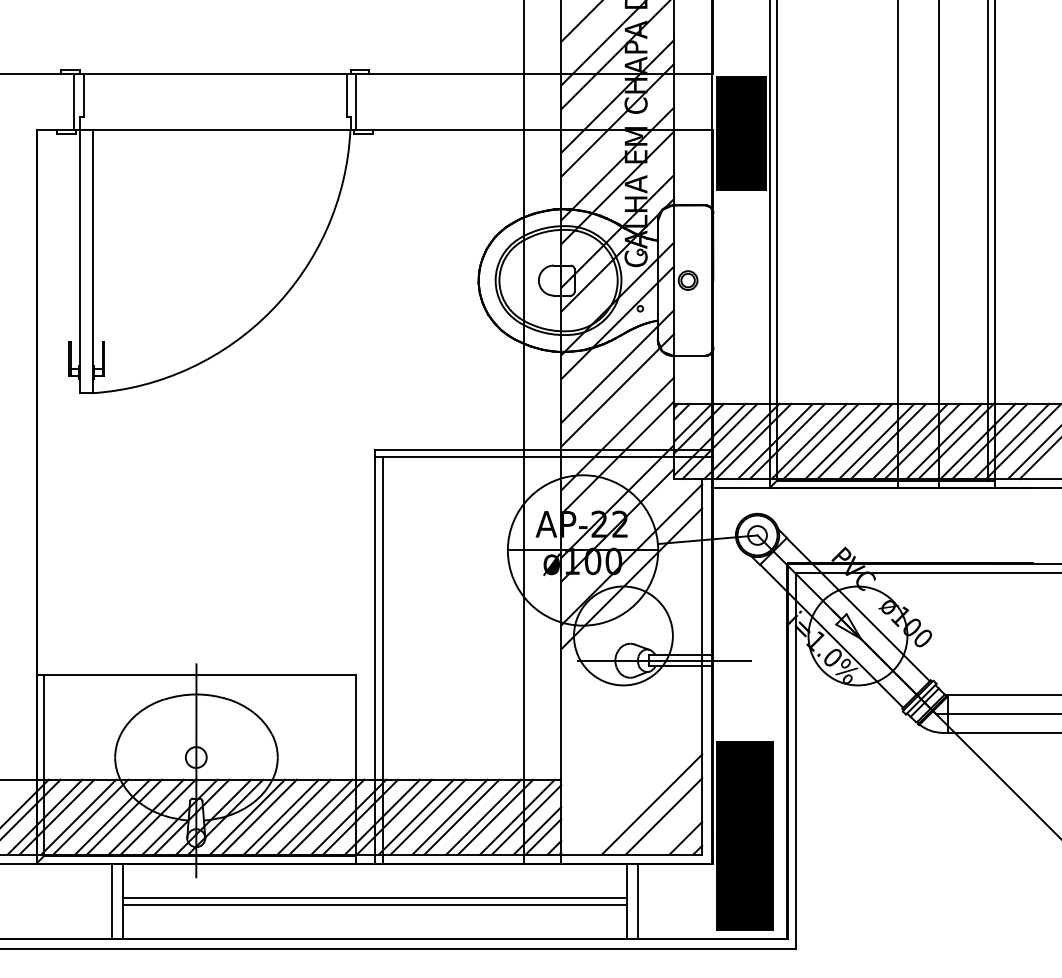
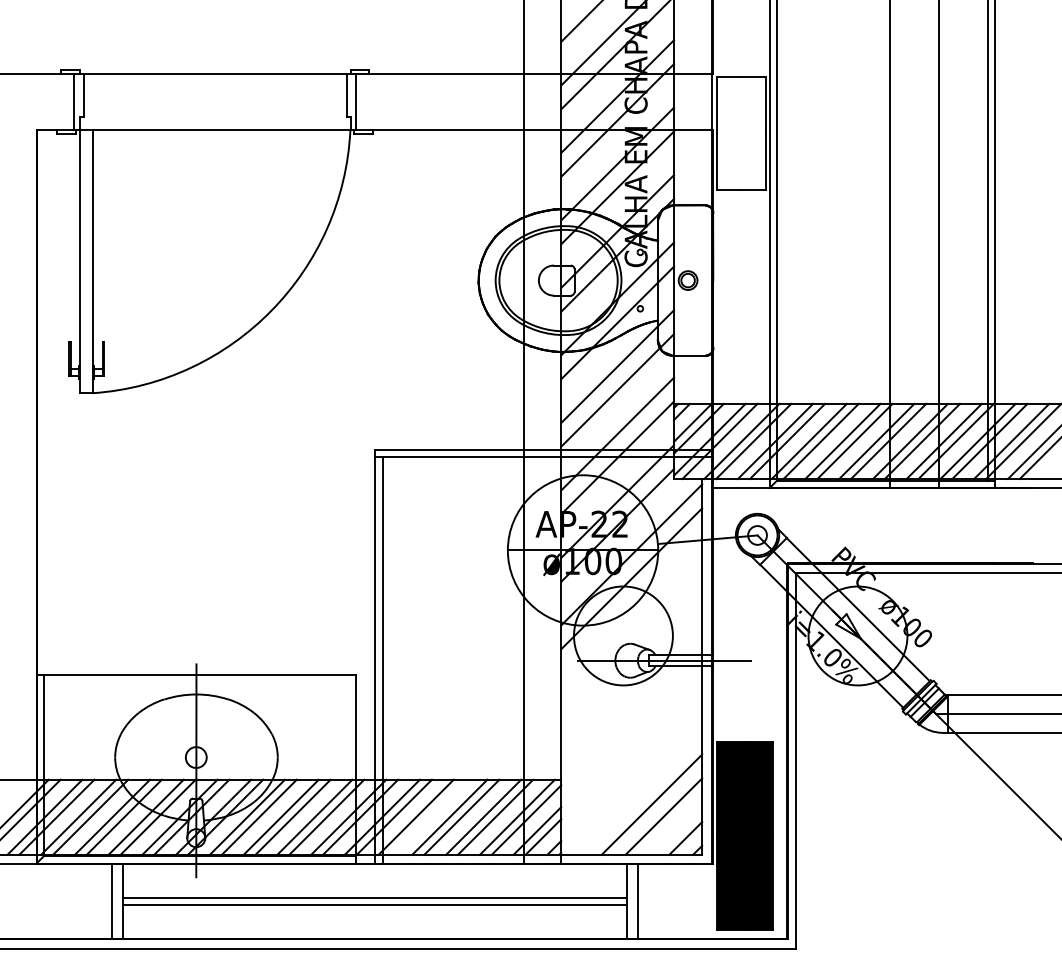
fill at (741, 133): present -> none
line at (898, 245) position: (898, 245) -> (890, 245)
line at (427, 816): present -> none
